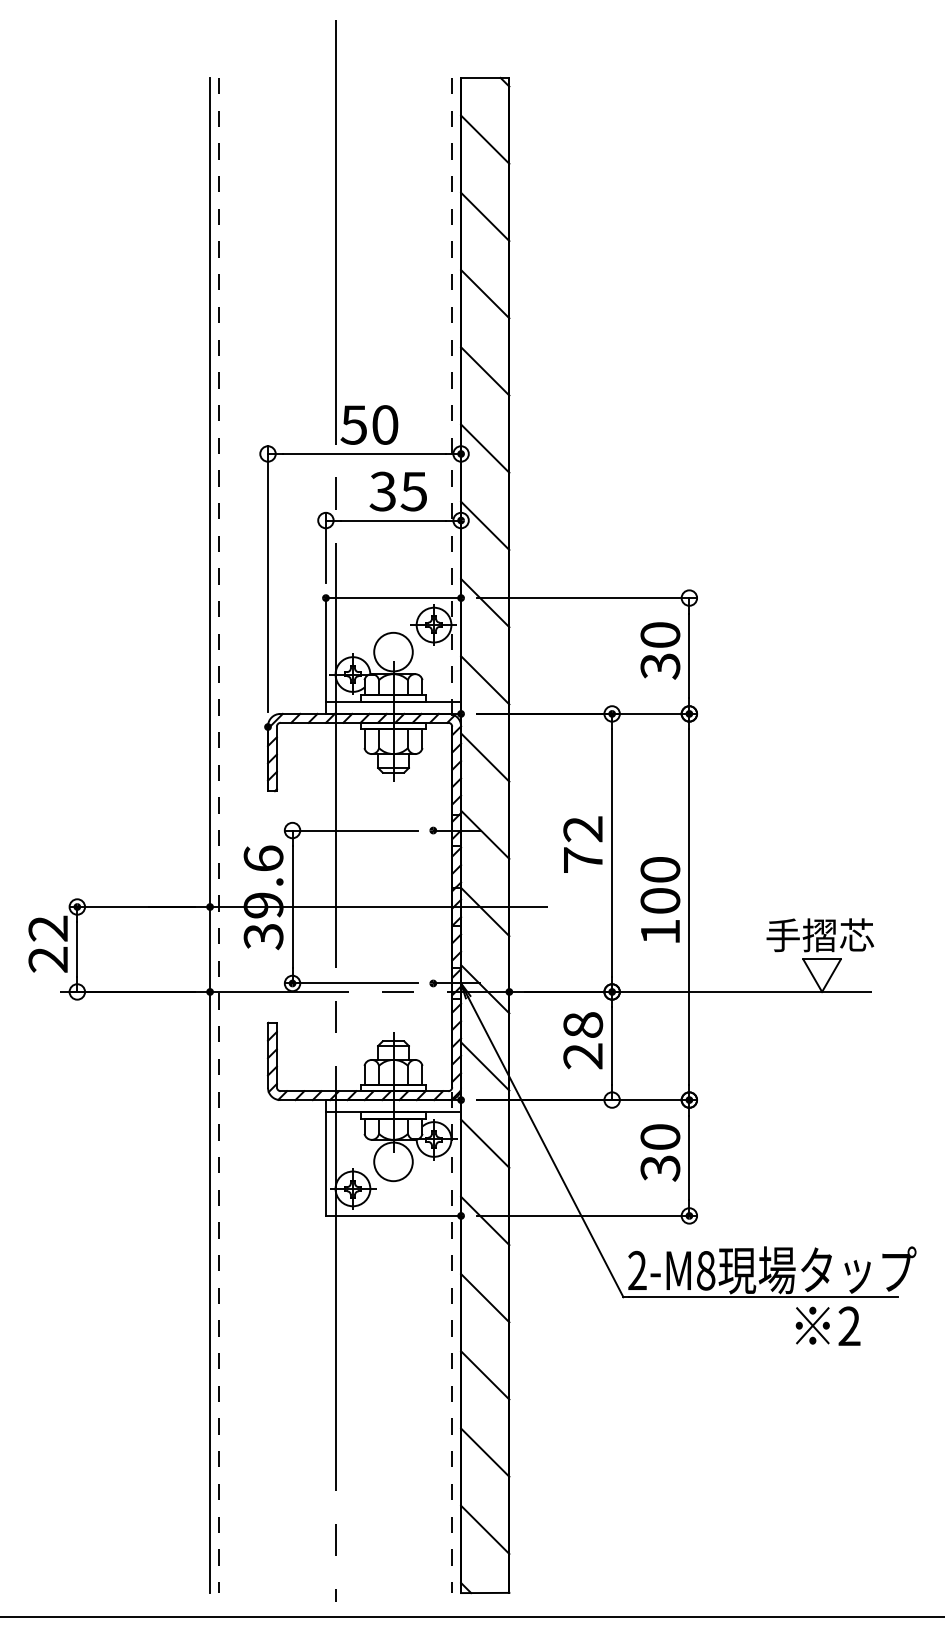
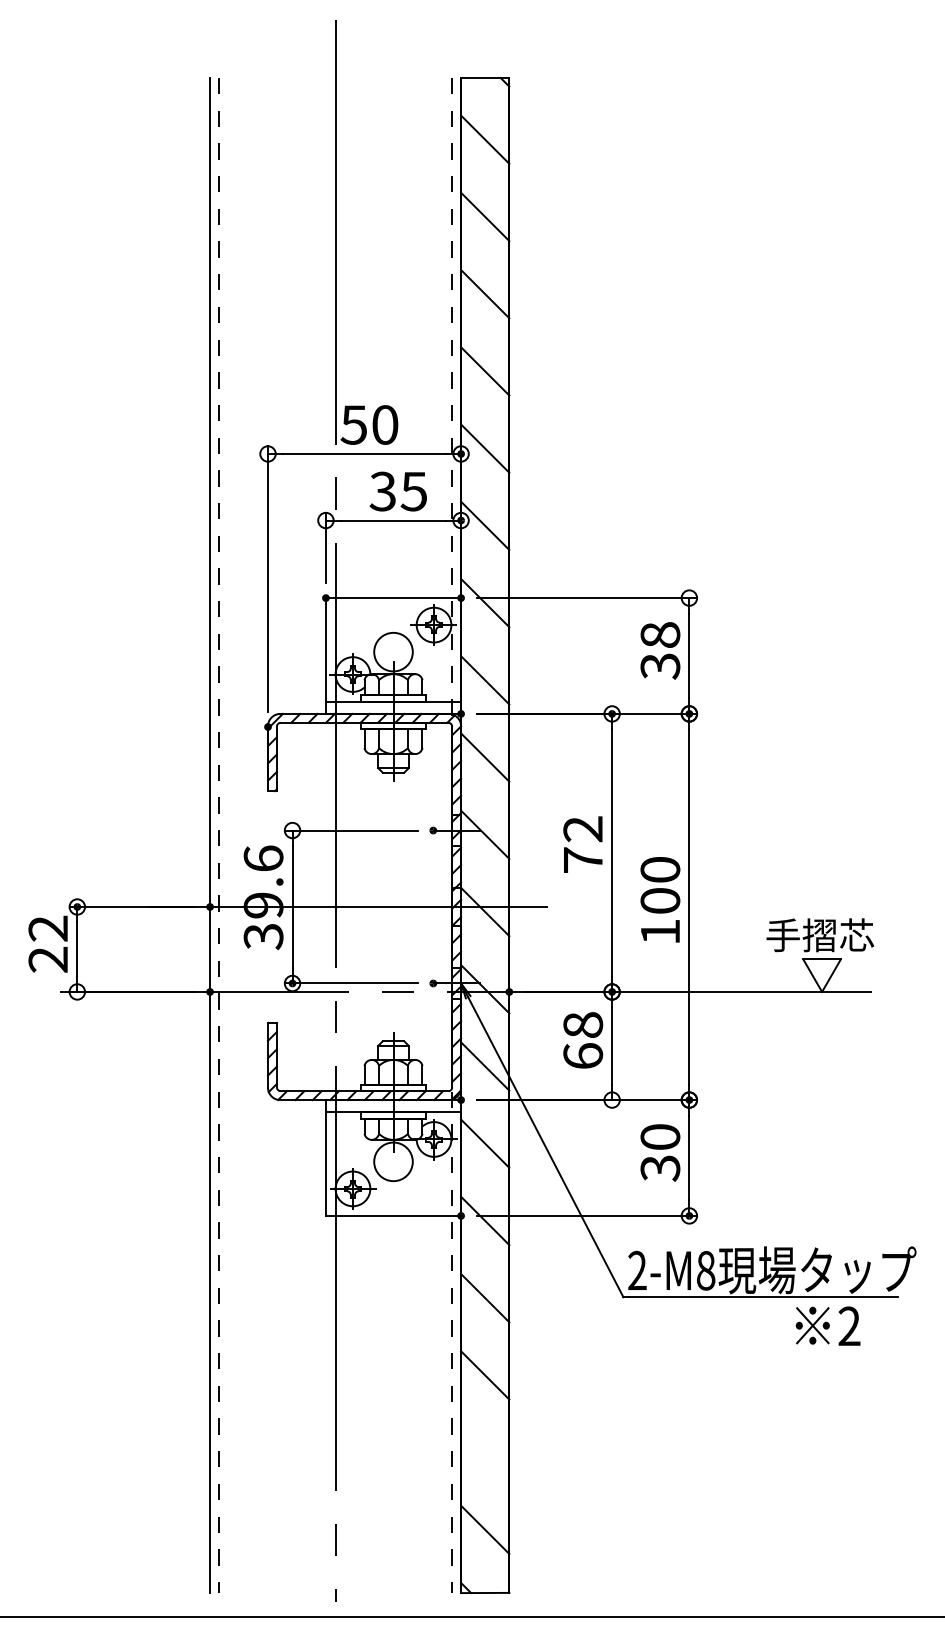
text at (660, 634): 30 -> 38
text at (583, 1056): 28 -> 68
line at (485, 1452): present -> none
